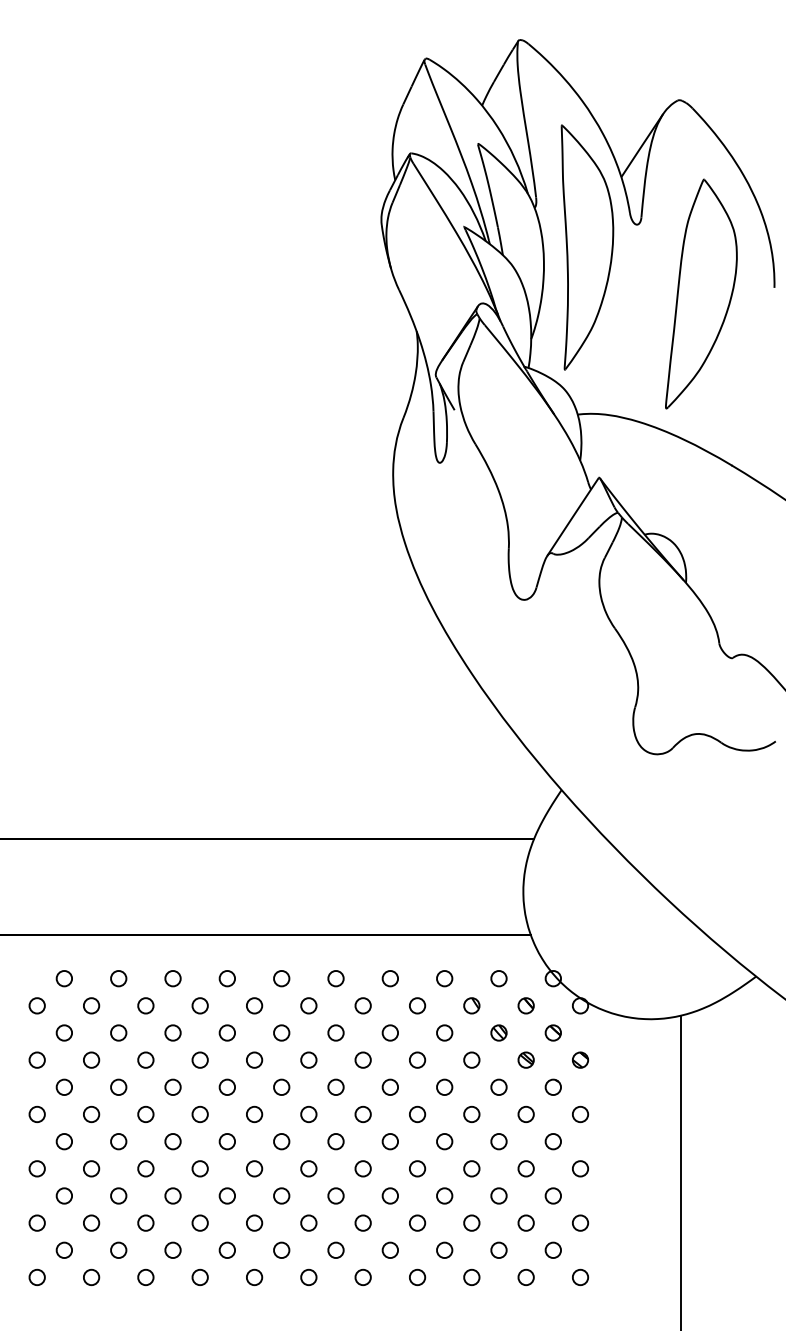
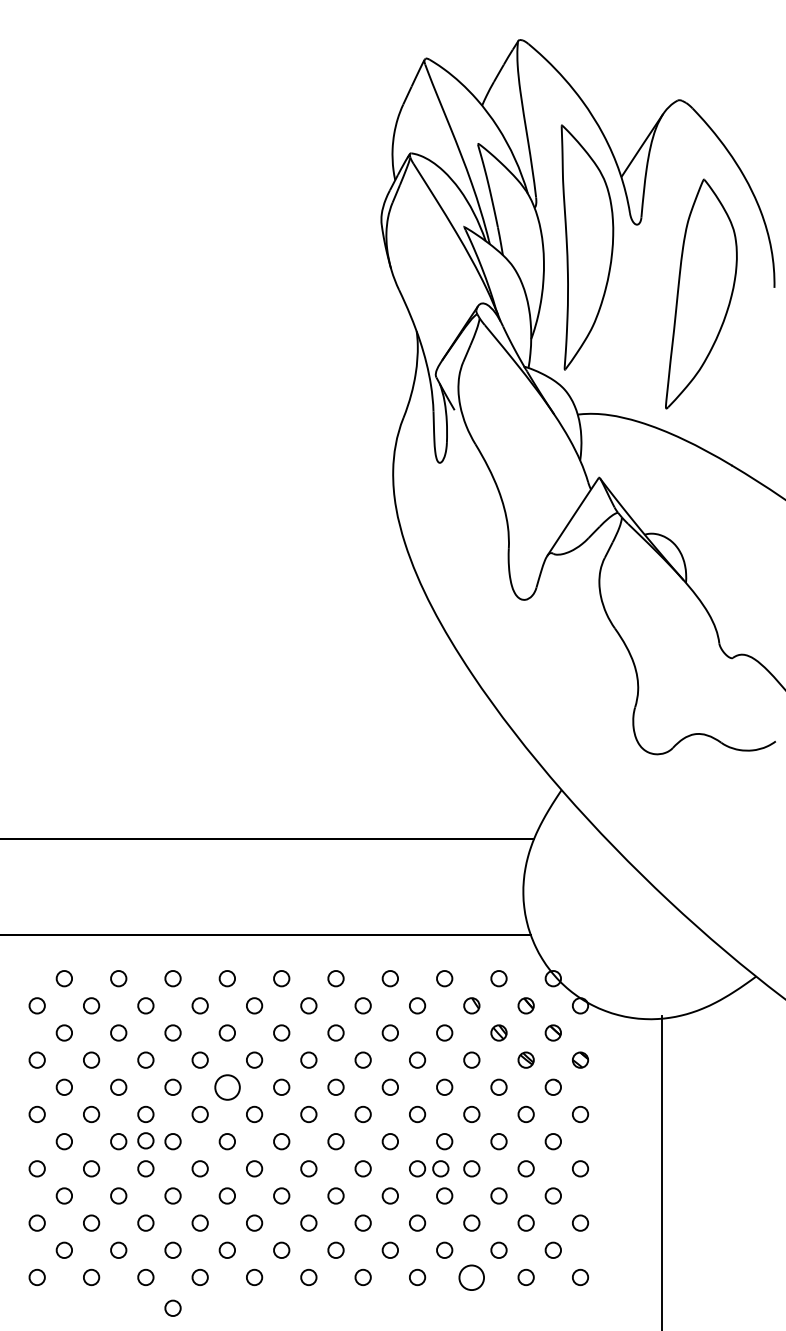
circle at (226, 1086) size: 18x18 px -> 27x27 px
circle at (145, 1140): none -> present
circle at (440, 1168): none -> present
line at (681, 1171) position: (681, 1171) -> (662, 1171)
circle at (471, 1276) size: 18x18 px -> 27x27 px
circle at (172, 1307): none -> present
